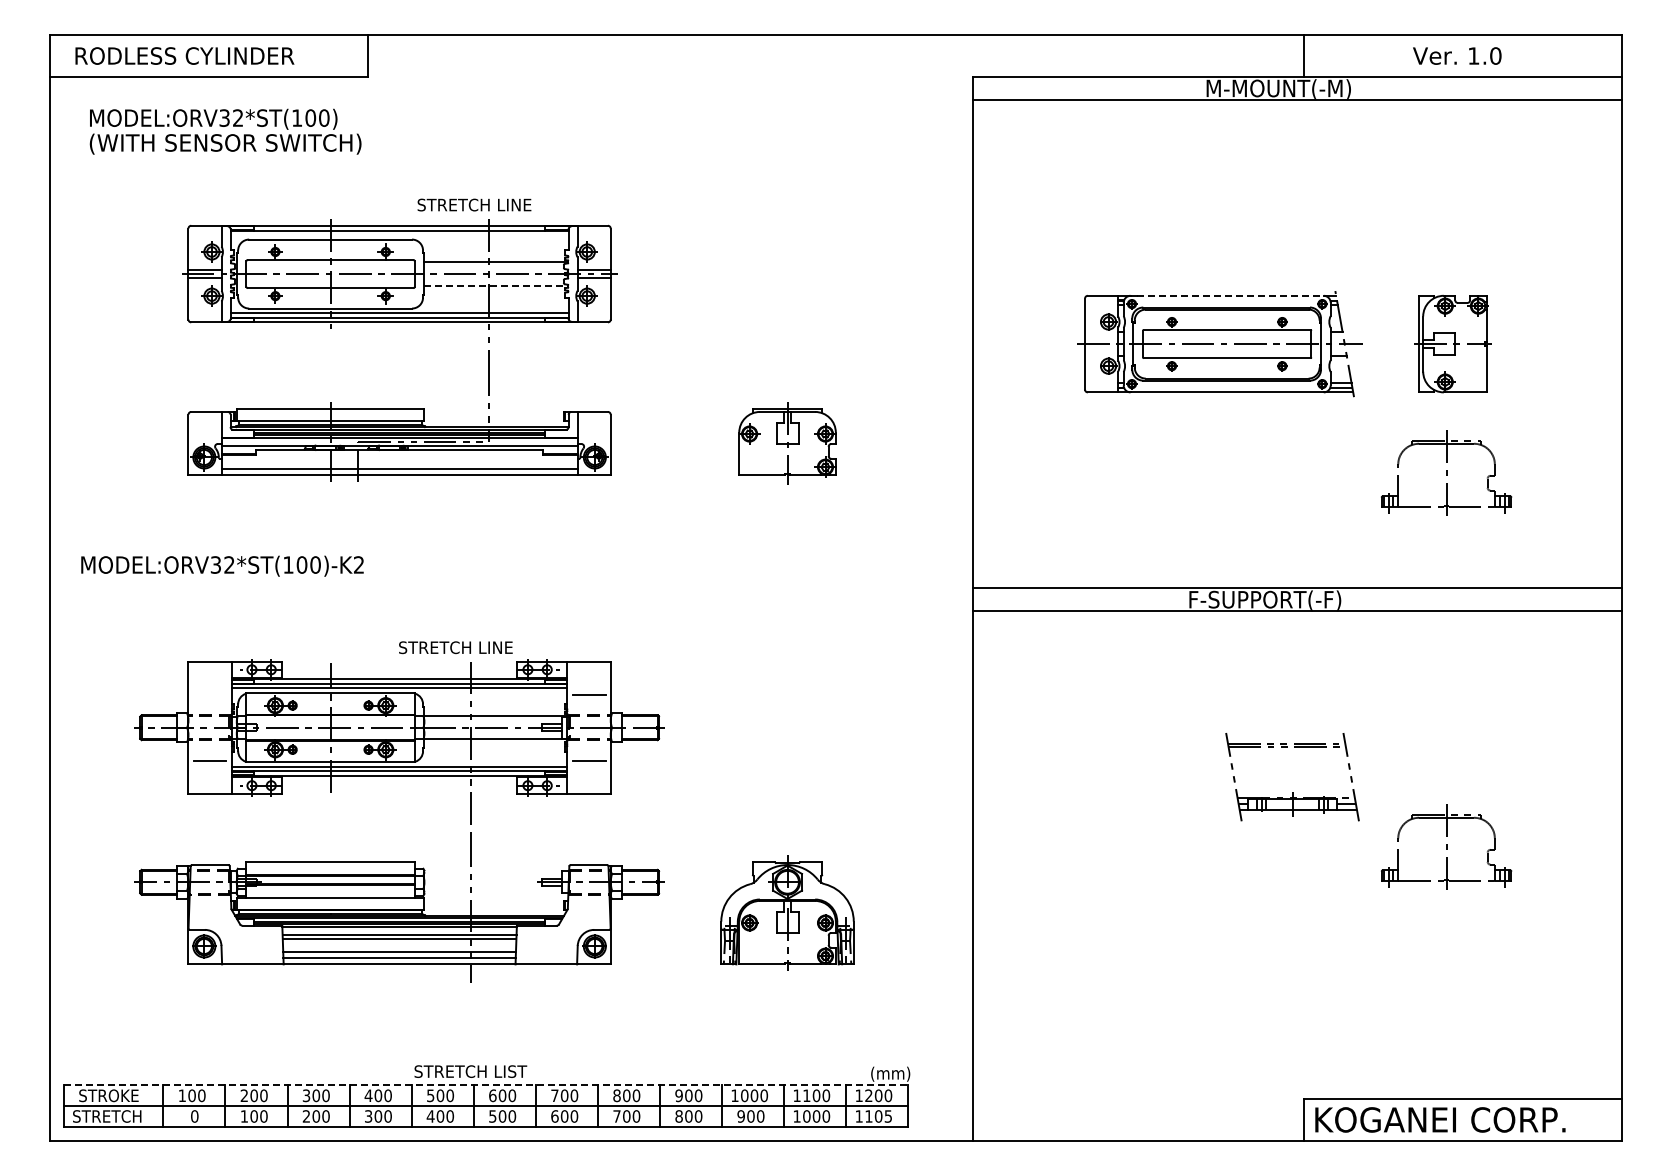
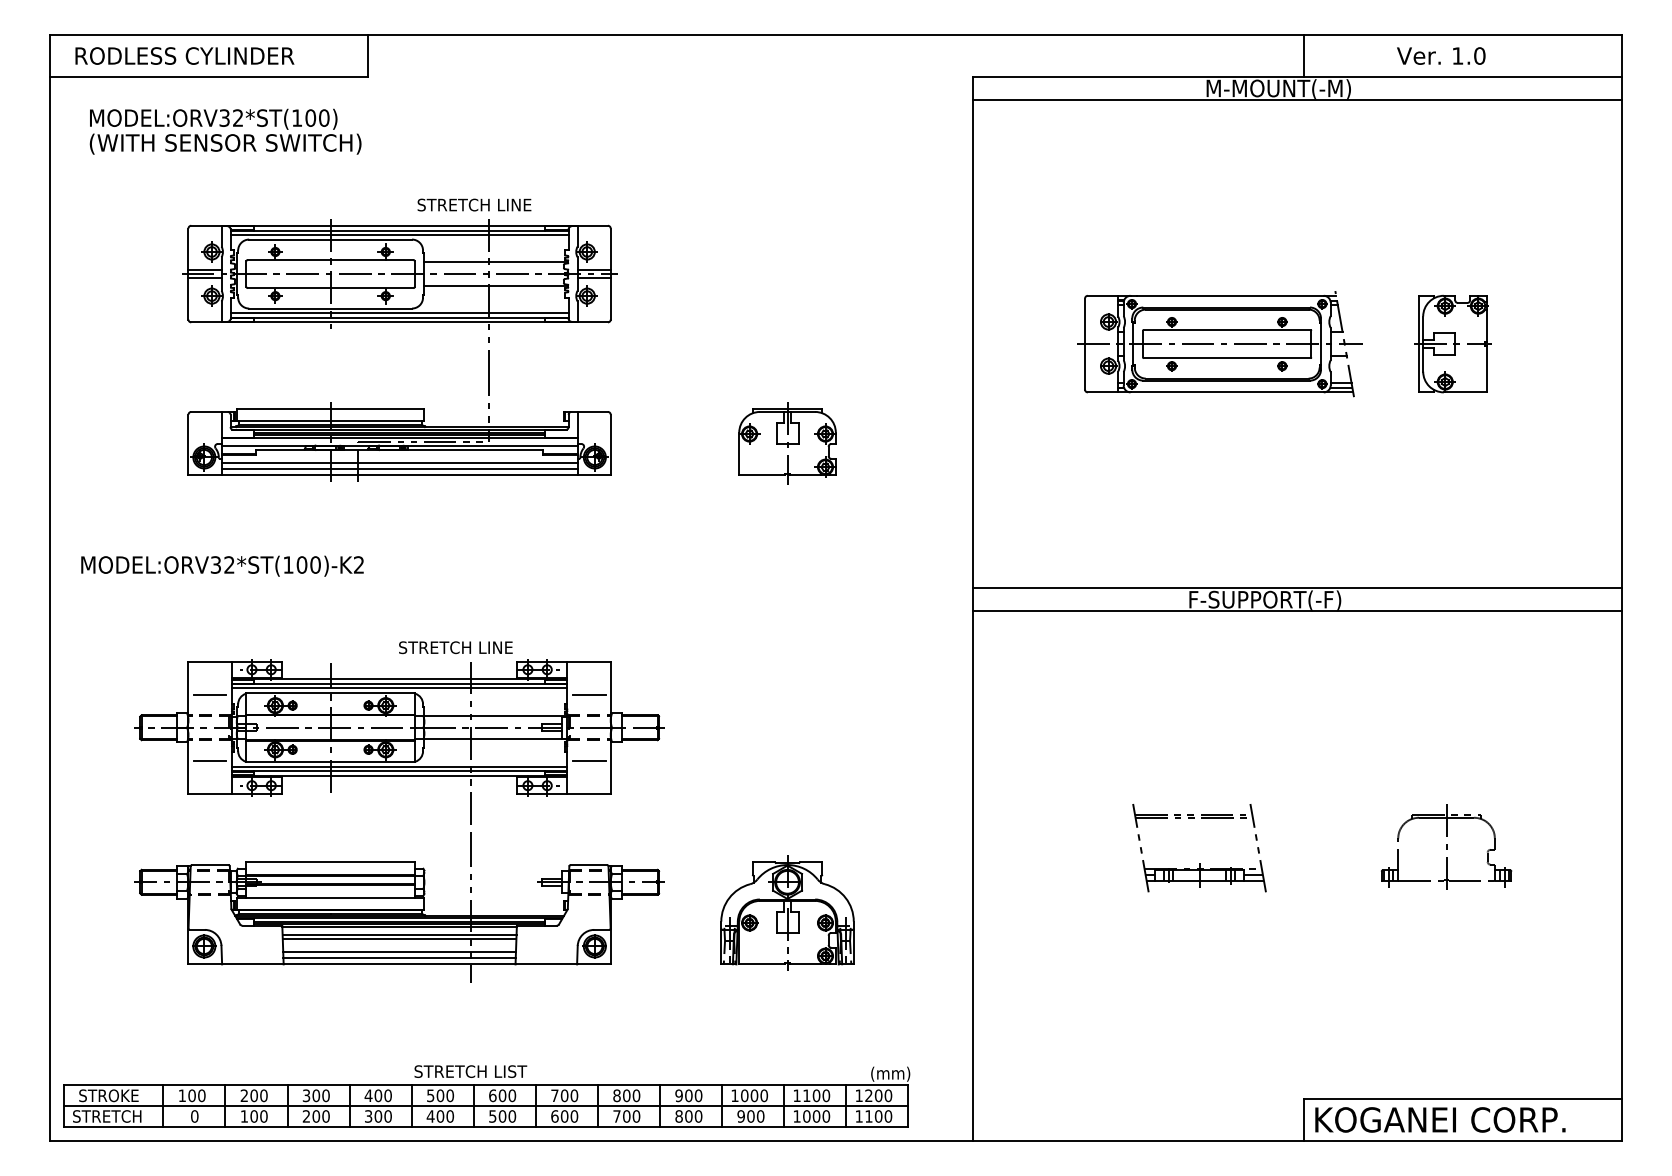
text at (1457, 55) position: (1457, 55) -> (1441, 55)
line at (399, 234): none -> present
line at (496, 285): dashed -> solid
line at (1230, 295): dashed -> solid
line at (399, 463): none -> present
part at (1446, 472): present -> none
line at (209, 694): none -> present
part at (1292, 792) position: (1292, 792) -> (1199, 863)
line at (486, 1085): dashed -> solid
text at (888, 1116): 1105 -> 1100
